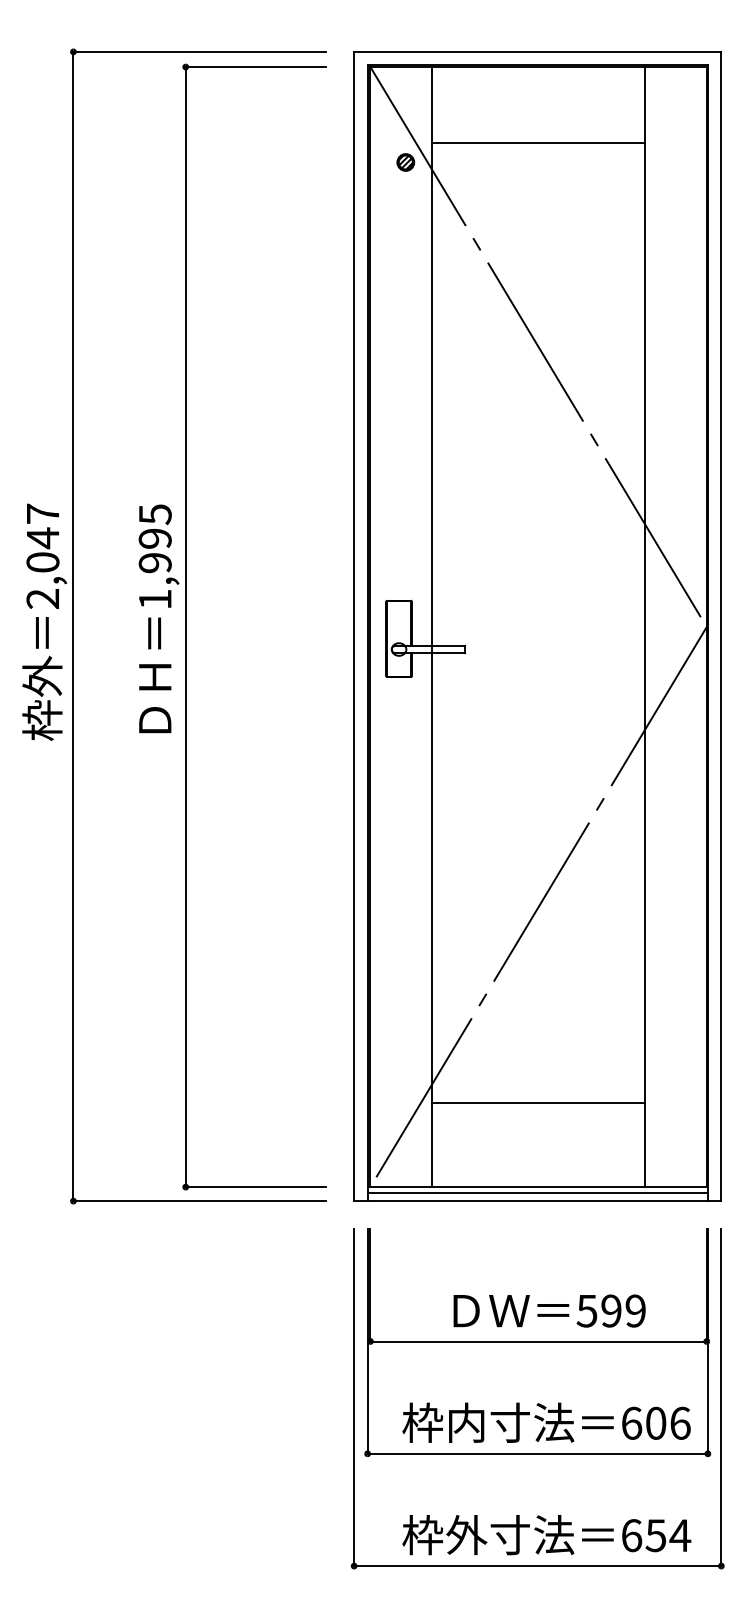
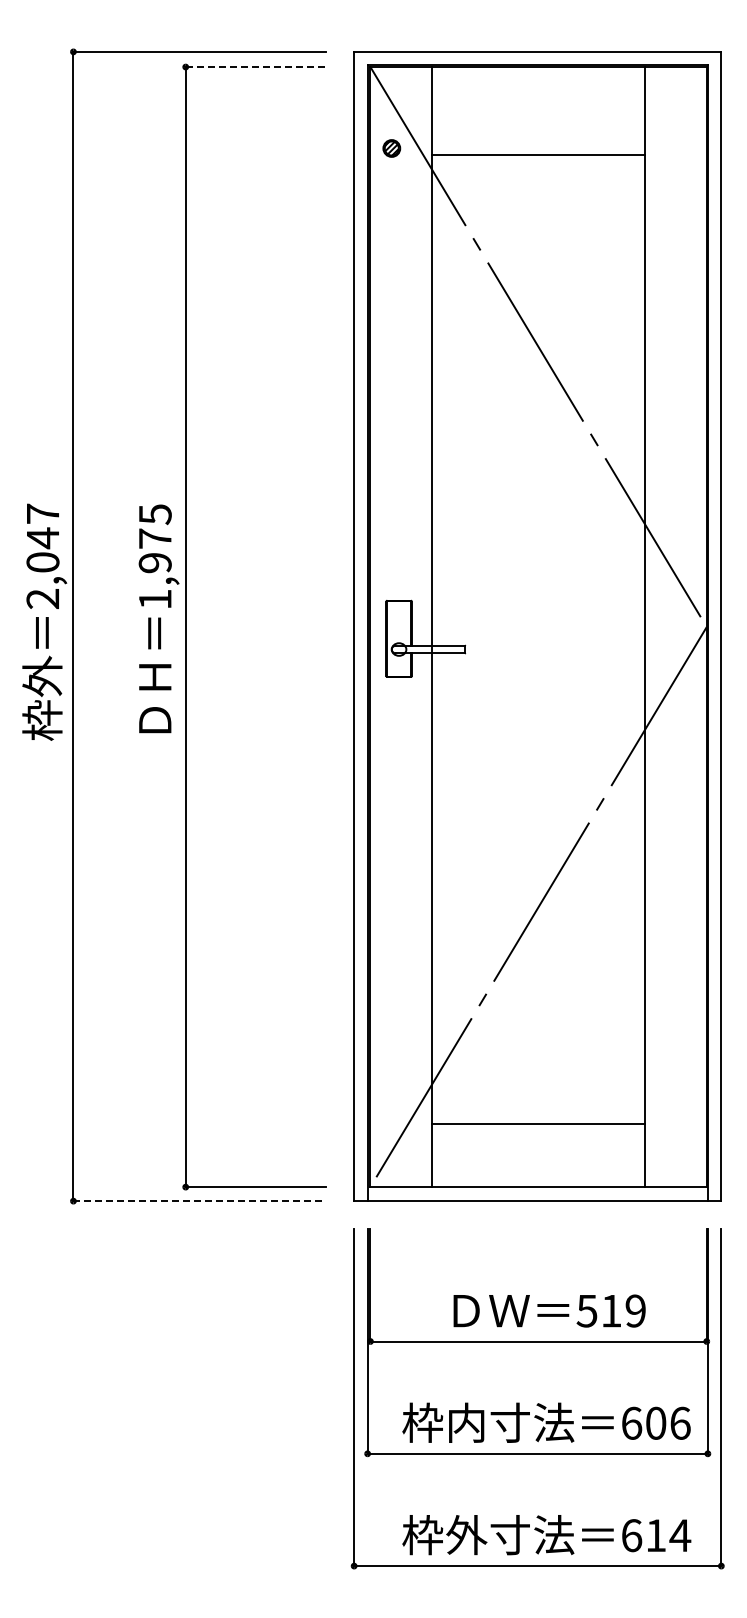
line at (256, 67): solid -> dashed
line at (538, 142) position: (538, 142) -> (538, 154)
part at (405, 162) position: (405, 162) -> (391, 148)
text at (154, 538): 1,995 -> 1,975
line at (538, 1102) position: (538, 1102) -> (538, 1123)
line at (537, 1192): present -> none
line at (200, 1201): solid -> dashed
text at (611, 1310): 599 -> 519
text at (655, 1535): 654 -> 614
